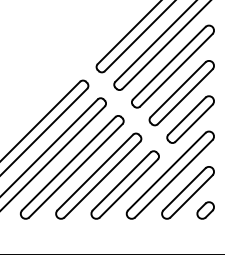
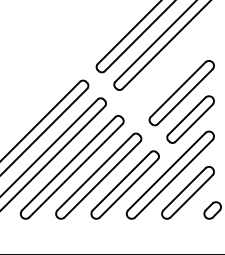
part at (172, 66): present -> none
part at (205, 210) position: (205, 210) -> (212, 210)
